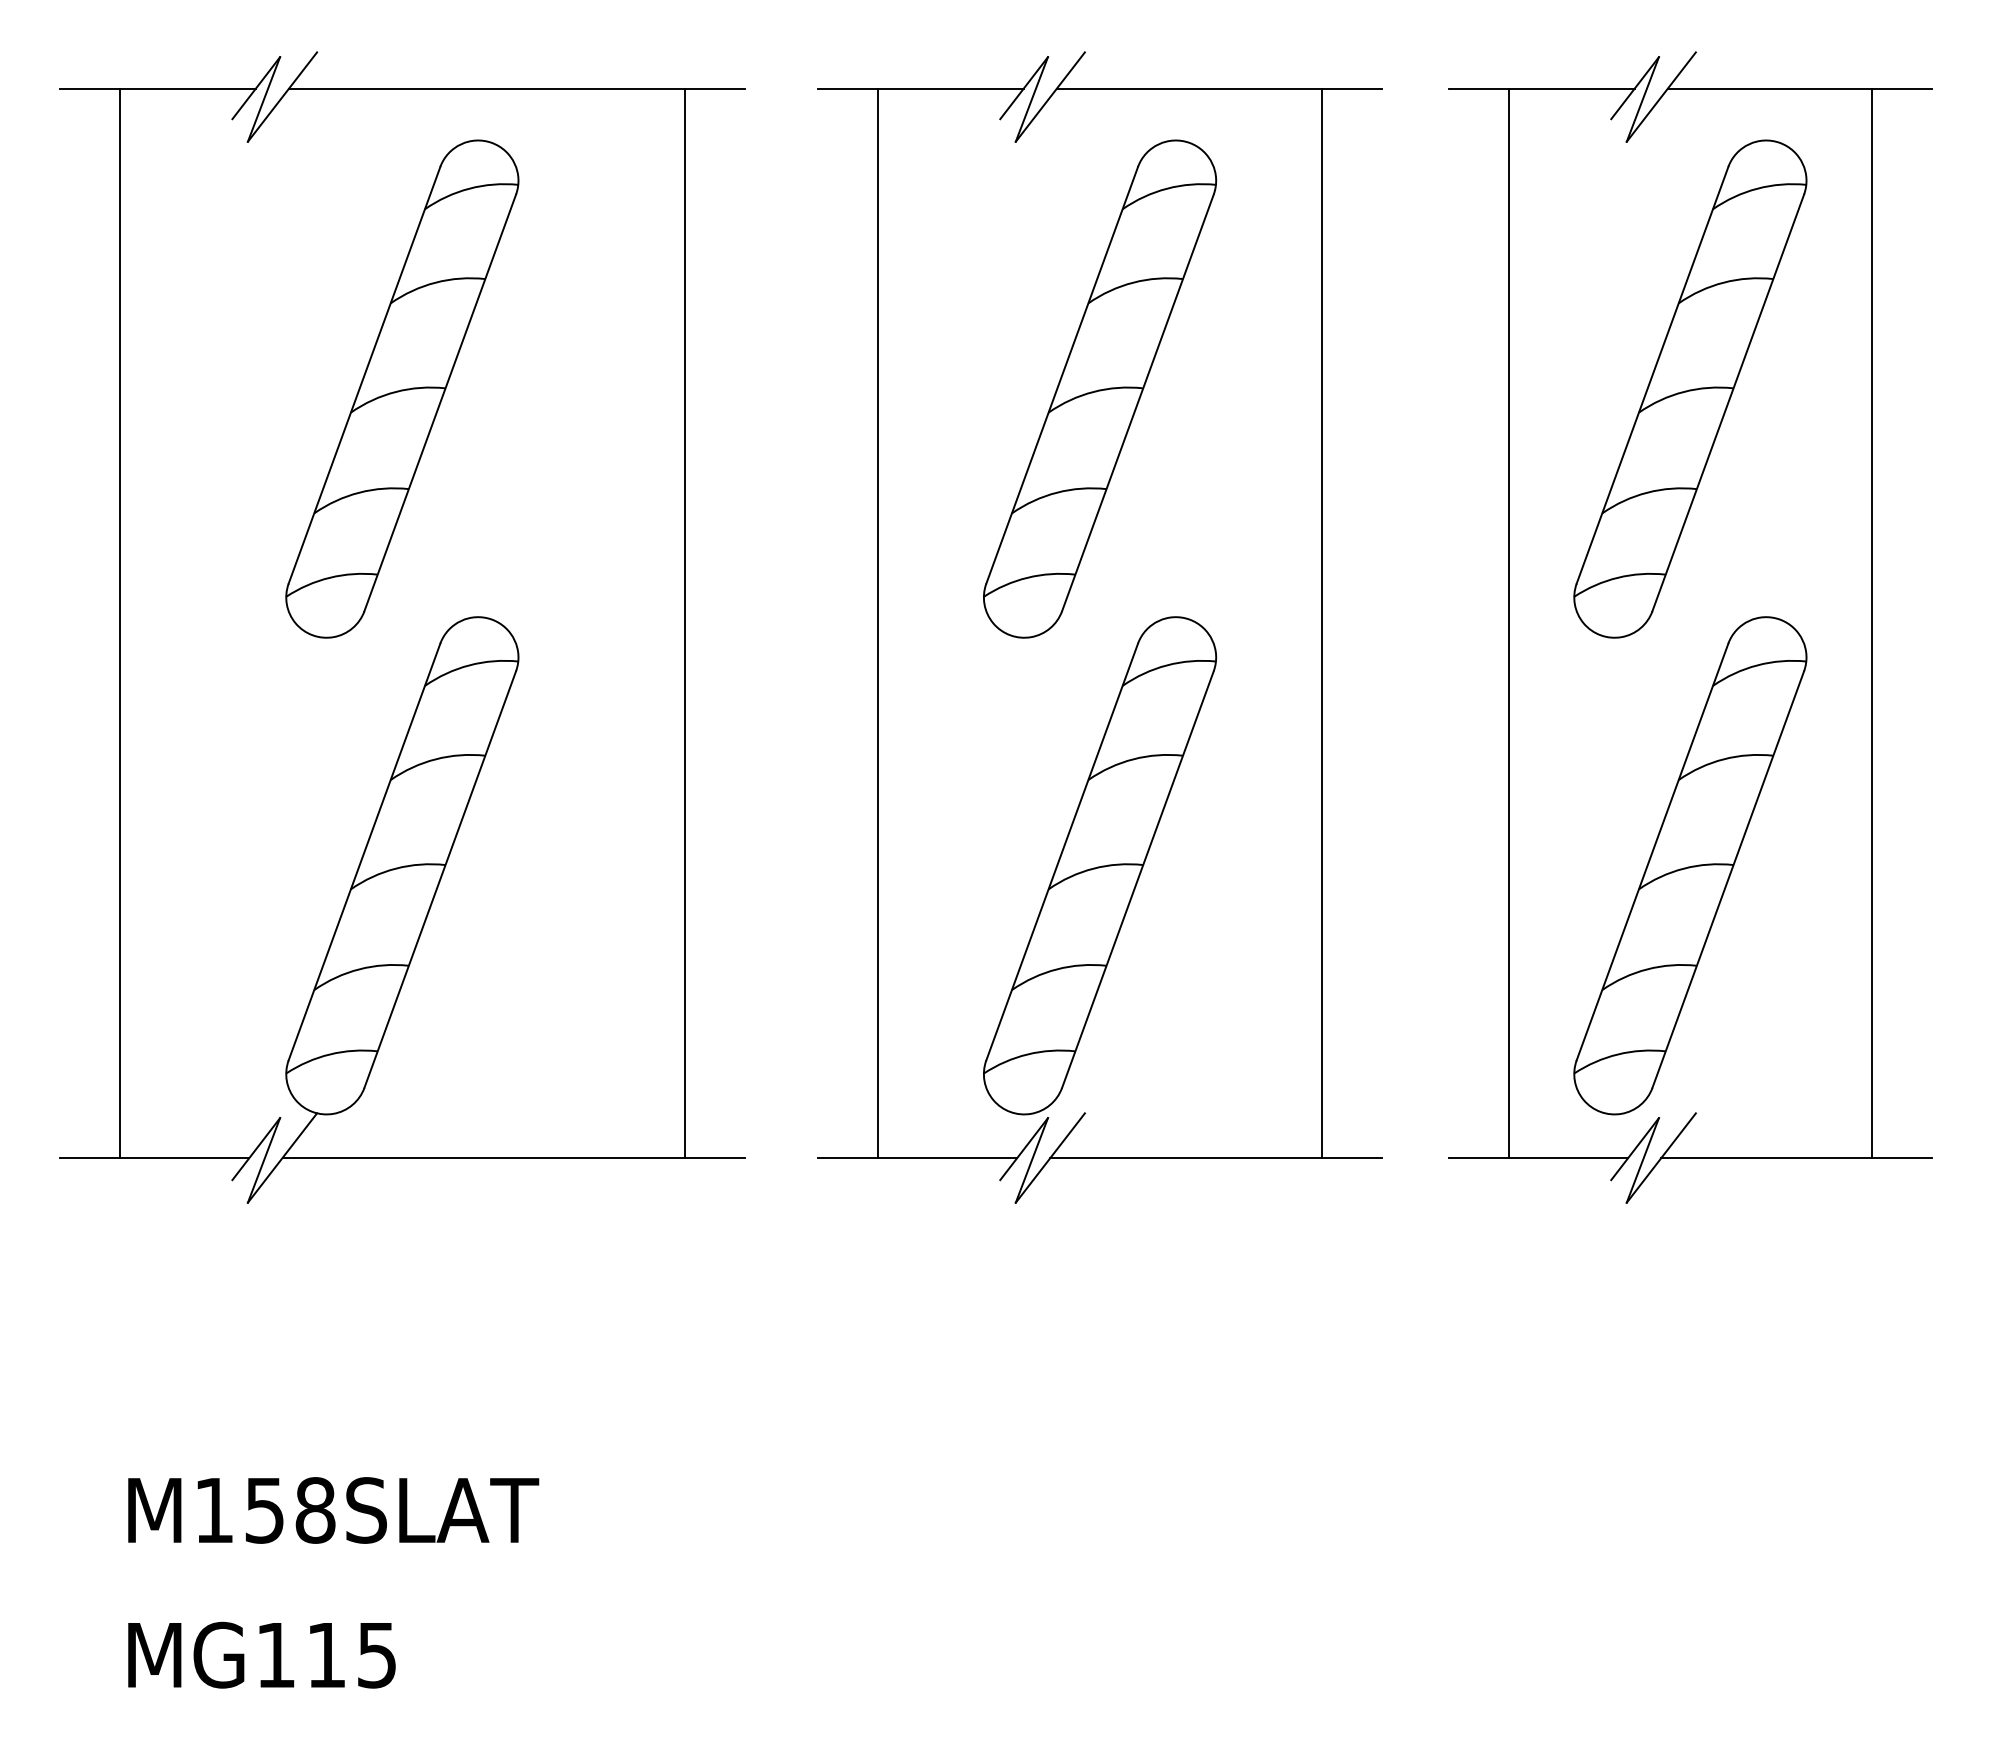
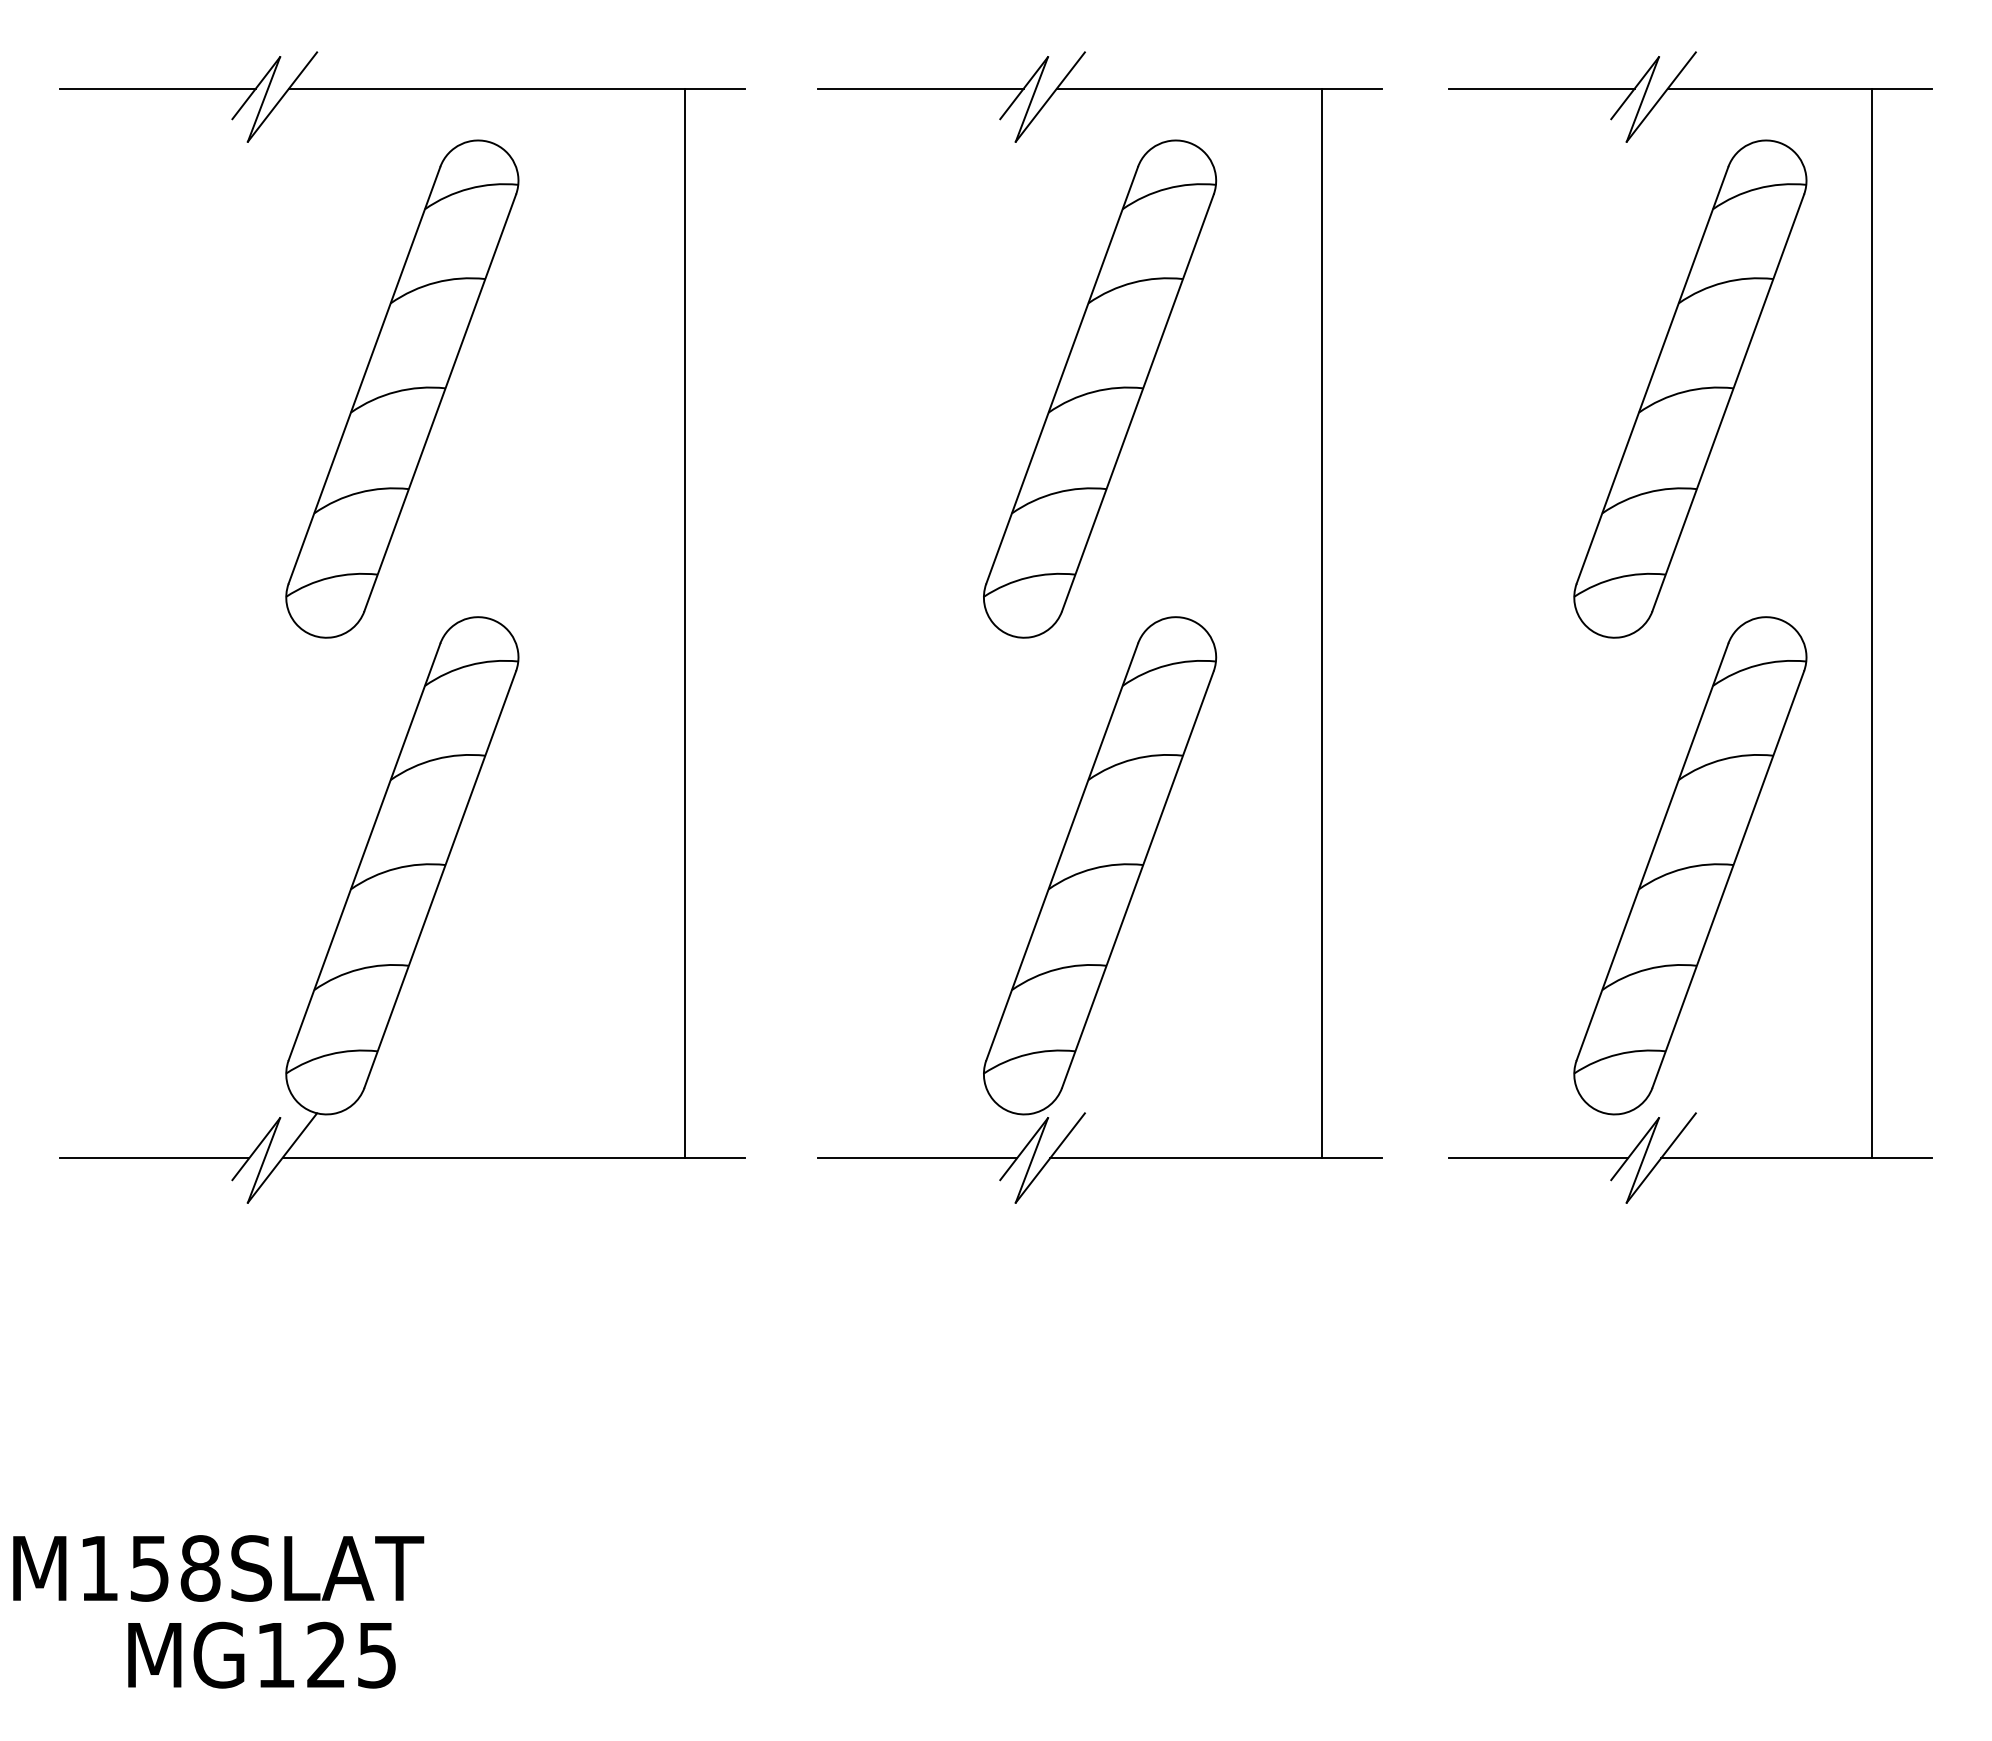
line at (120, 622): present -> none
line at (878, 622): present -> none
line at (1509, 622): present -> none
text at (333, 1510) position: (333, 1510) -> (218, 1568)
text at (325, 1654): MG115 -> MG125
